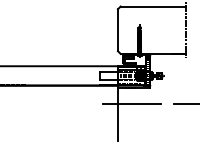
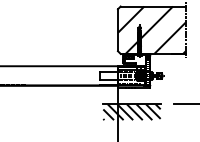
hatch at (151, 29): none -> present
hatch at (131, 112): none -> present
